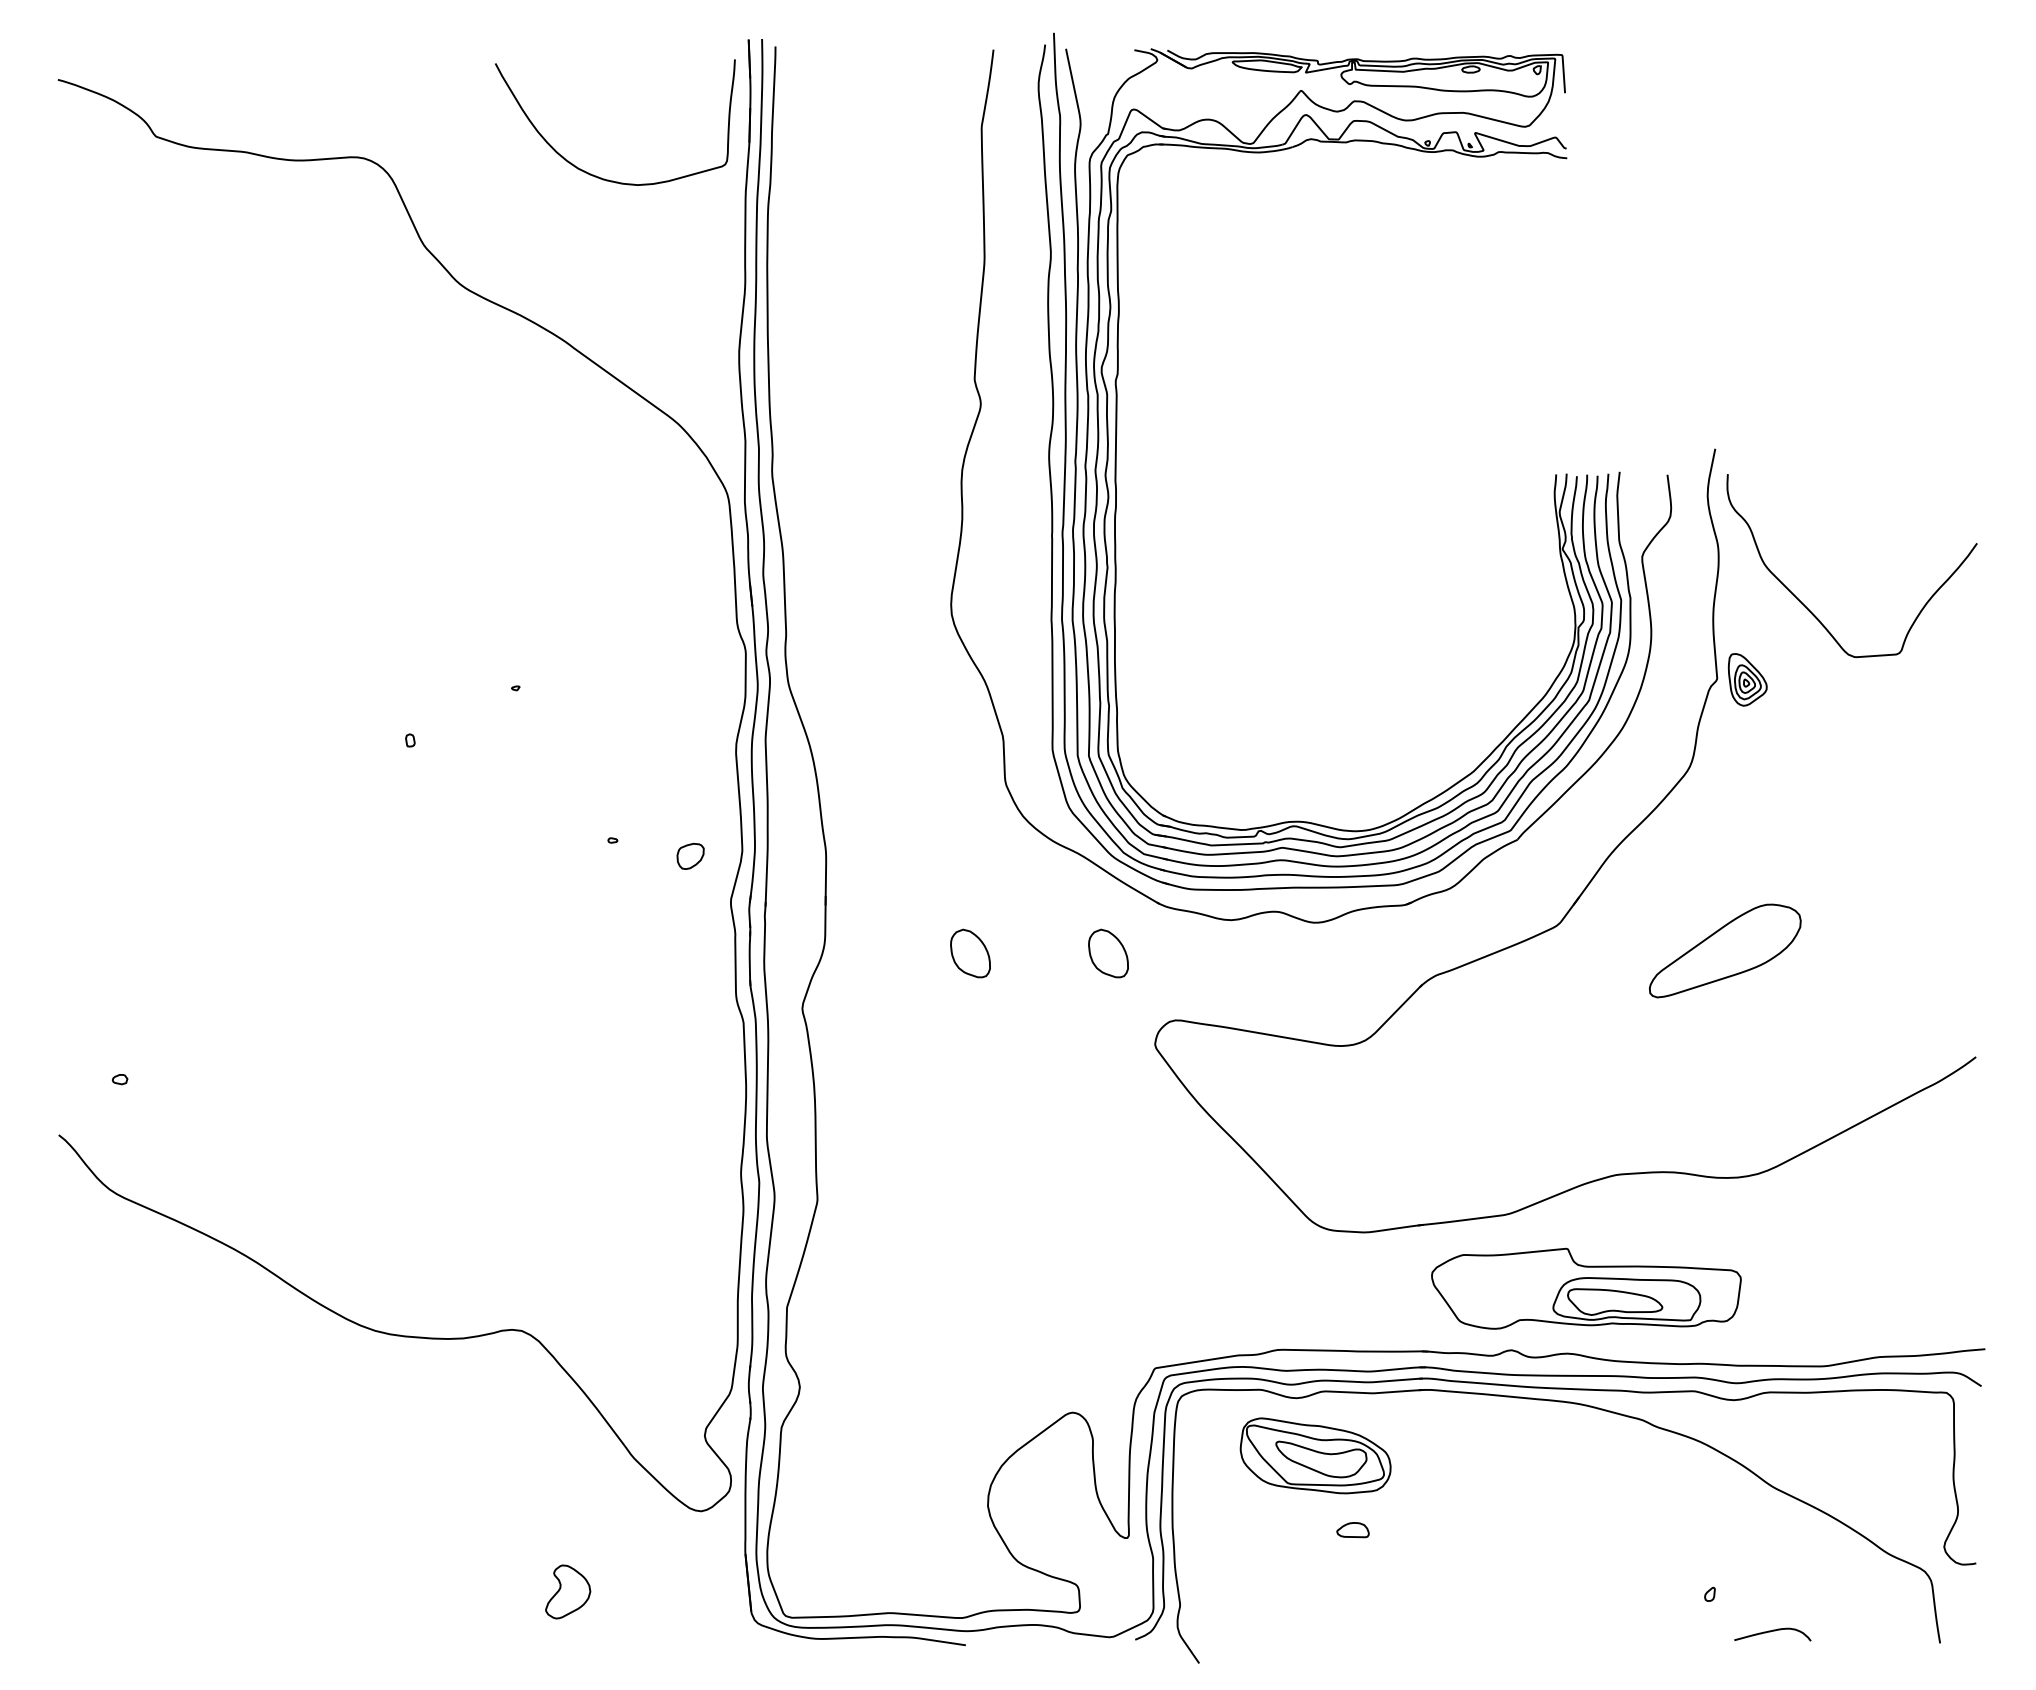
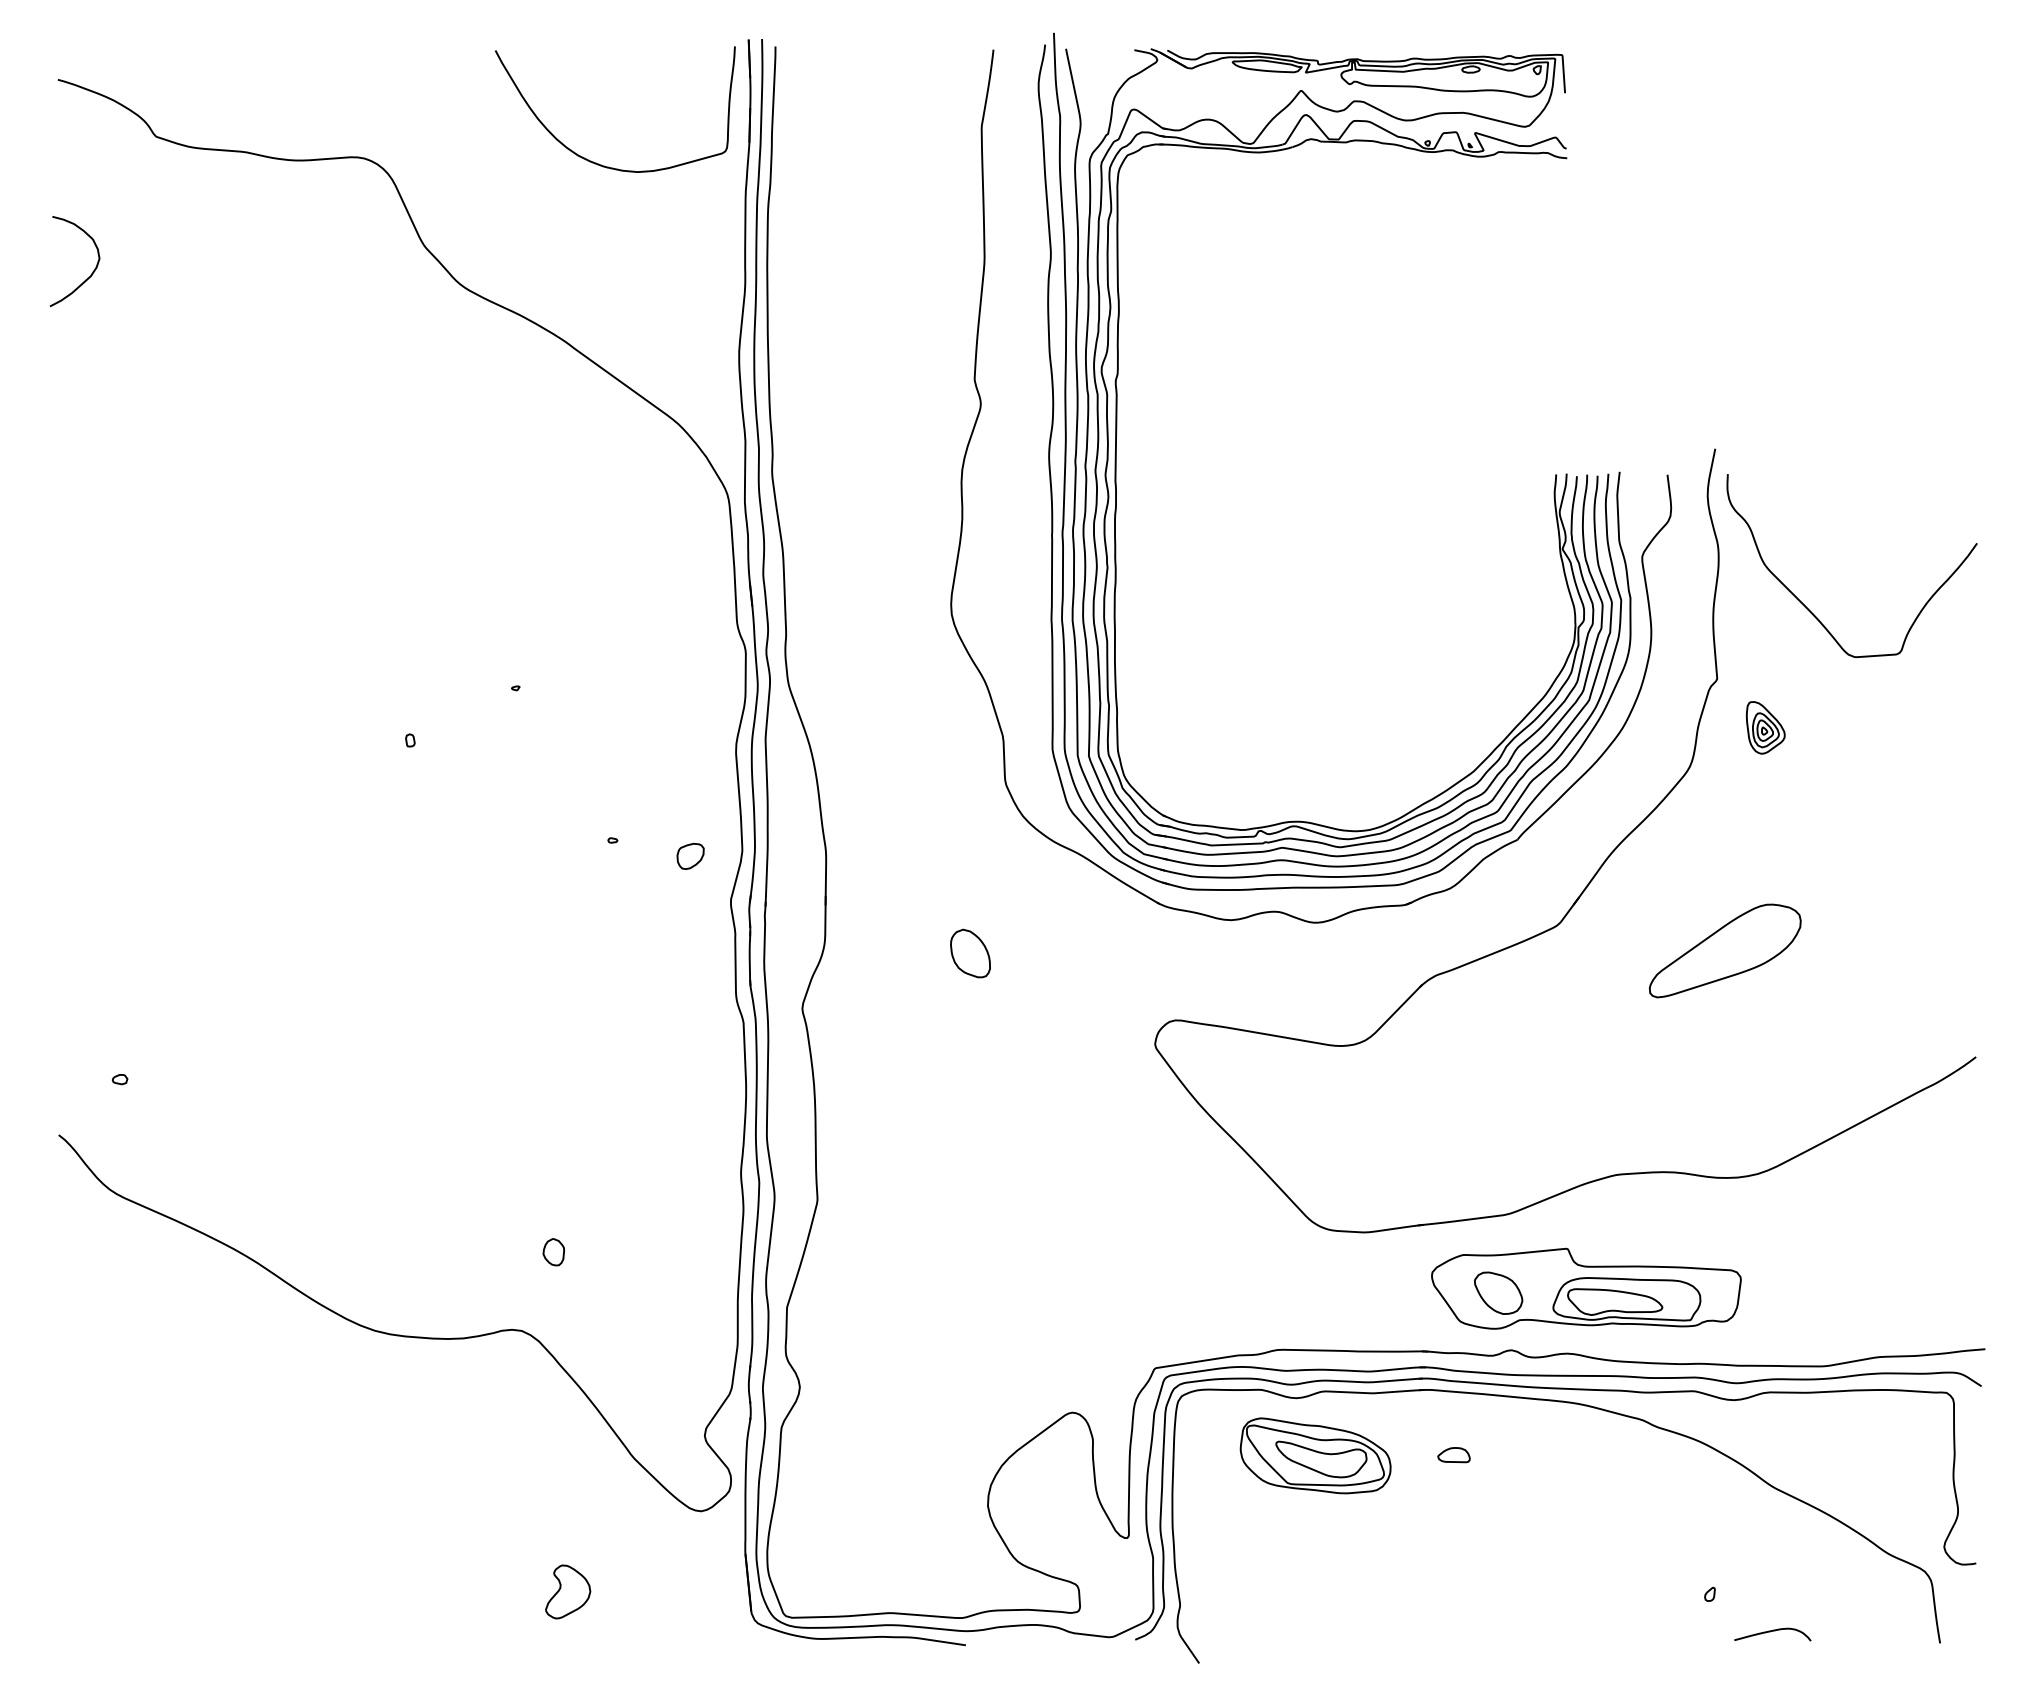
curve at (596, 175) position: (596, 175) -> (596, 162)
curve at (92, 271): none -> present
part at (1747, 679) position: (1747, 679) -> (1765, 727)
part at (1108, 953): present -> none
part at (553, 1252): none -> present
part at (1498, 1292): none -> present
part at (1352, 1530) position: (1352, 1530) -> (1453, 1455)
